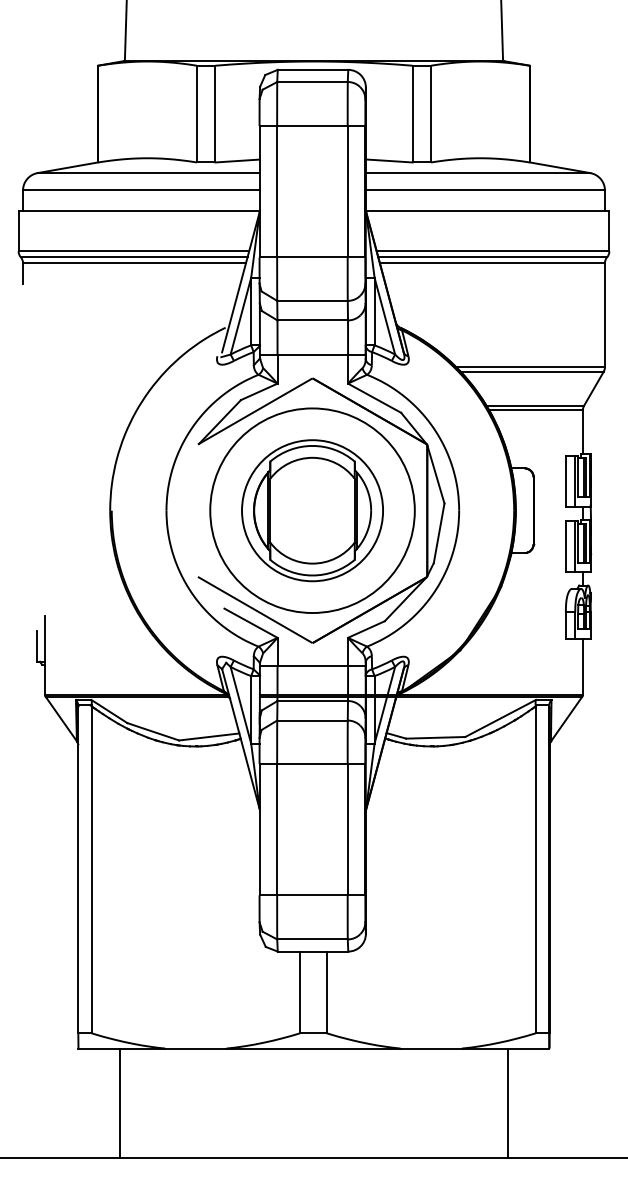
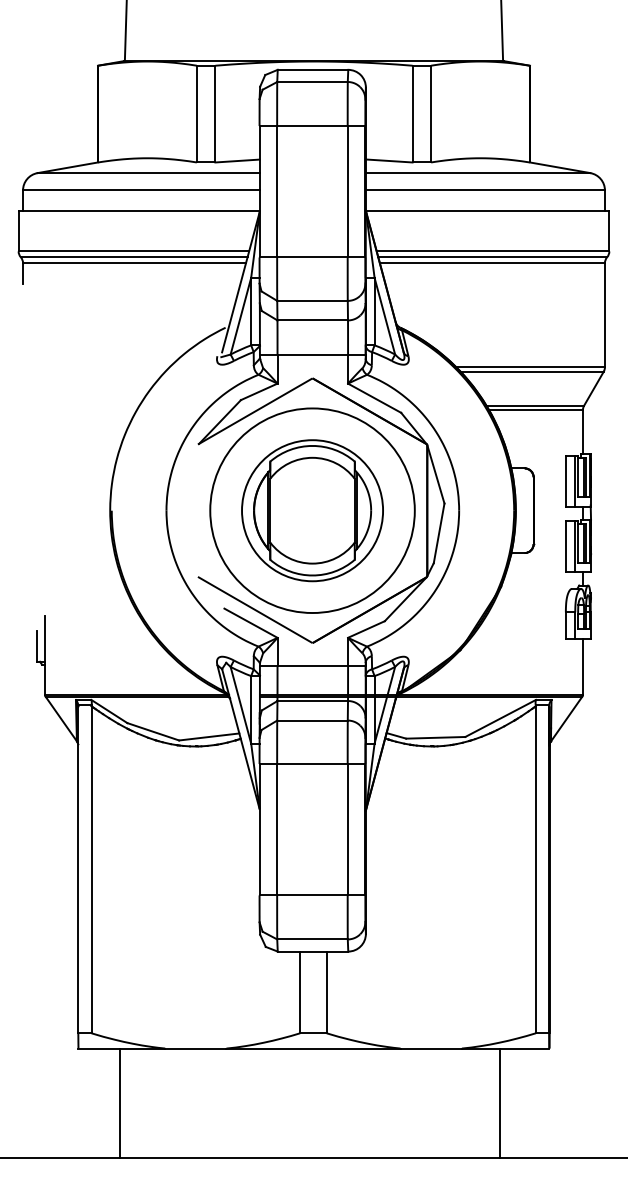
line at (507, 1103) position: (507, 1103) -> (499, 1103)
